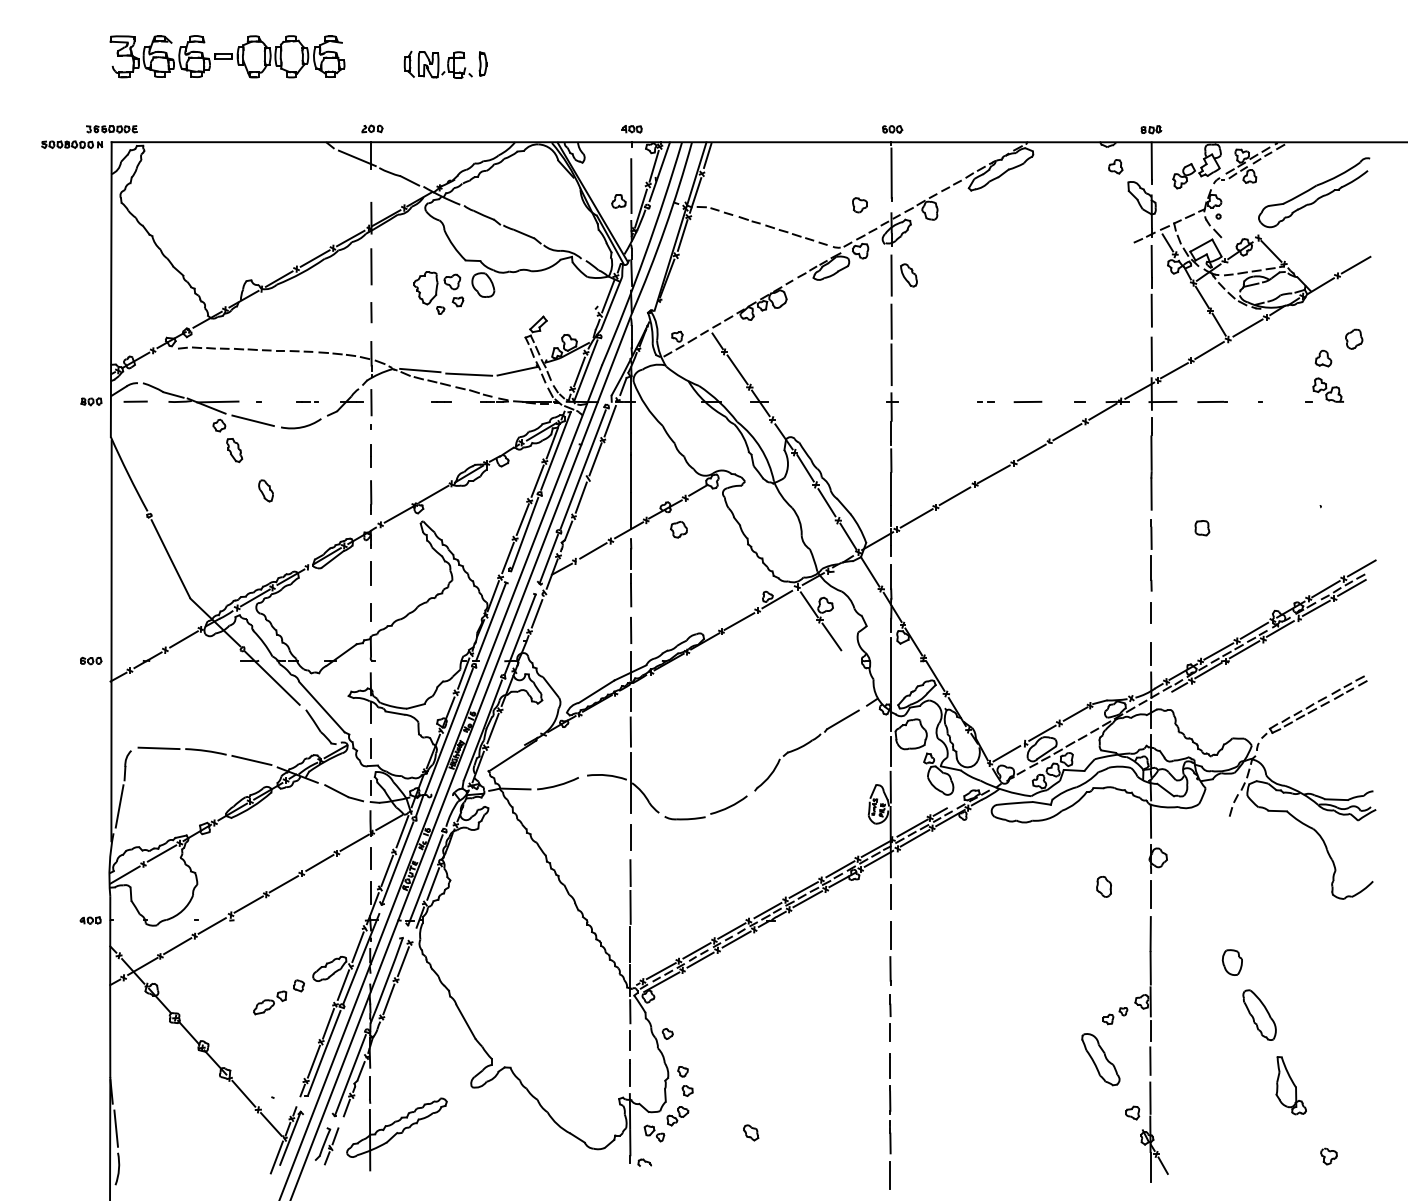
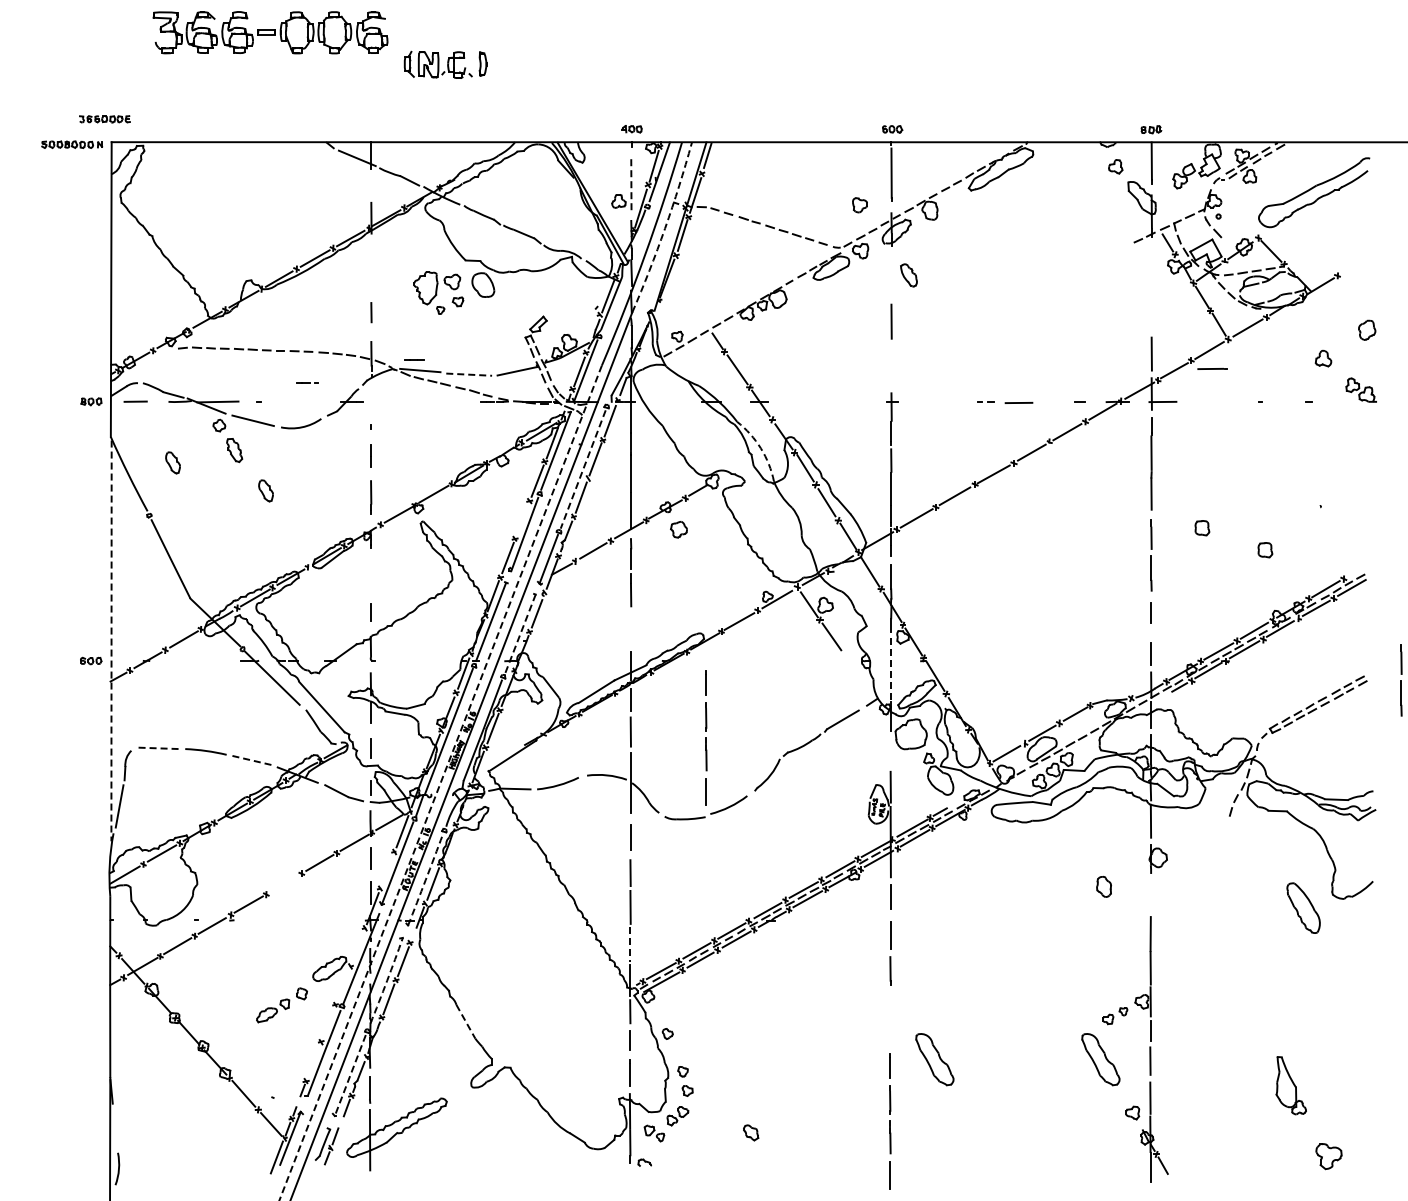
part at (227, 56) position: (227, 56) -> (270, 32)
part at (372, 128): present -> none
part at (111, 129) position: (111, 129) -> (104, 119)
line at (631, 186): solid -> dashed
arc at (665, 228): solid -> dashed
line at (1355, 264): present -> none
line at (371, 266): present -> none
line at (891, 275): present -> none
line at (1151, 286): present -> none
part at (1354, 338) position: (1354, 338) -> (1367, 329)
line at (891, 364): present -> none
line at (469, 374): solid -> dashed
part at (1327, 389) position: (1327, 389) -> (1360, 389)
line at (307, 401) position: (307, 401) -> (307, 382)
line at (441, 401) position: (441, 401) -> (414, 359)
line at (1027, 401) position: (1027, 401) -> (1018, 402)
line at (1212, 401) position: (1212, 401) -> (1212, 368)
line at (371, 402): present -> none
arc at (760, 448): solid -> dashed
part at (172, 462): none -> present
line at (583, 469): solid -> dashed
line at (522, 519): present -> none
part at (1265, 550): none -> present
line at (1361, 568): present -> none
line at (370, 573): present -> none
line at (630, 630): present -> none
line at (520, 634): solid -> dashed
line at (111, 641): solid -> dashed
line at (891, 669): solid -> dashed
line at (1401, 680): none -> present
line at (706, 738): none -> present
line at (159, 748): solid -> dashed
line at (890, 751): present -> none
line at (252, 760): solid -> dashed
line at (440, 783): solid -> dashed
line at (387, 870): present -> none
arc at (425, 880): solid -> dashed
line at (283, 884): present -> none
line at (1150, 894): present -> none
part at (90, 920): present -> none
line at (630, 944): solid -> dashed
line at (357, 947): present -> none
part at (1231, 962): present -> none
arc at (387, 980): solid -> dashed
line at (343, 984): present -> none
part at (278, 997) position: (278, 997) -> (281, 1005)
part at (1259, 1014) position: (1259, 1014) -> (1303, 907)
line at (890, 1016): present -> none
line at (466, 1022): solid -> dashed
line at (328, 1023): present -> none
part at (934, 1059): none -> present
line at (313, 1061): present -> none
line at (350, 1076): solid -> dashed
line at (115, 1128): present -> none
part at (1328, 1156) size: 18x19 px -> 28x28 px
